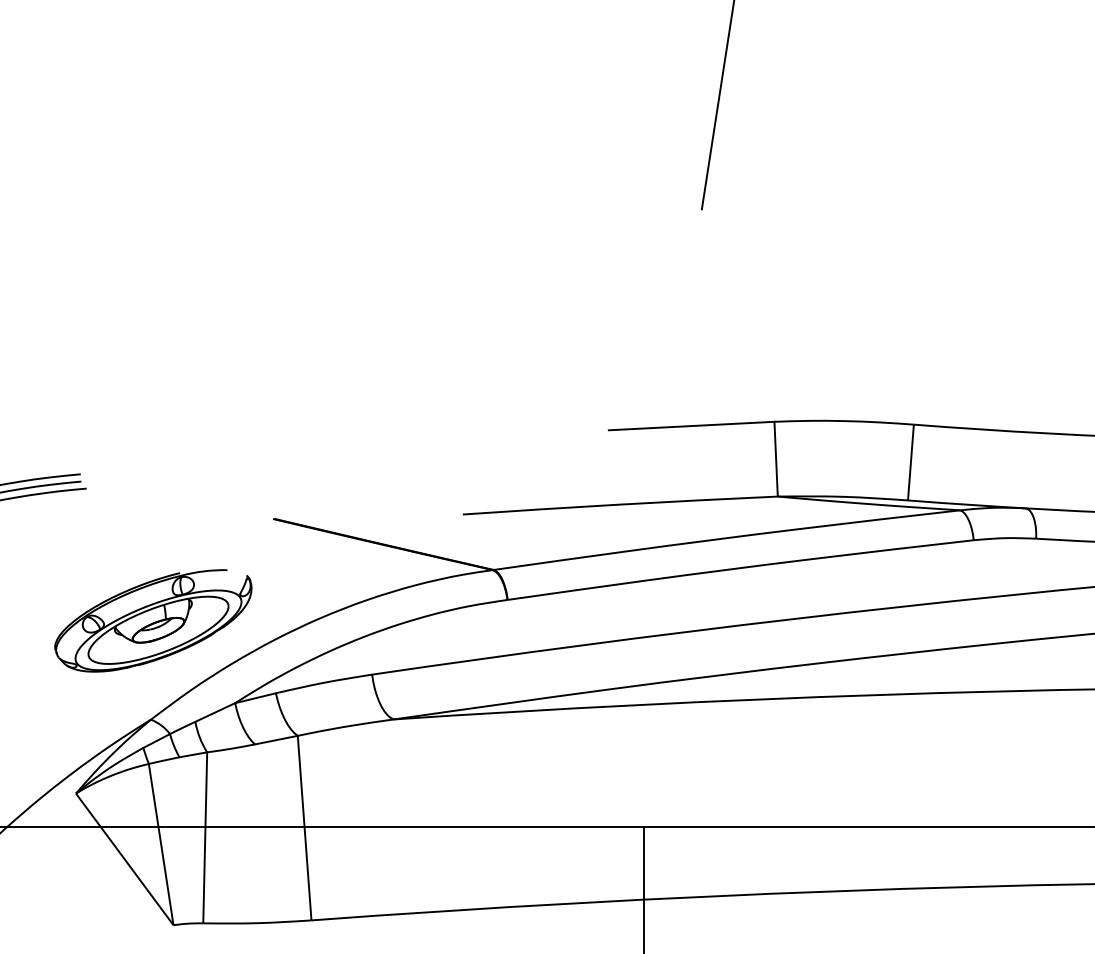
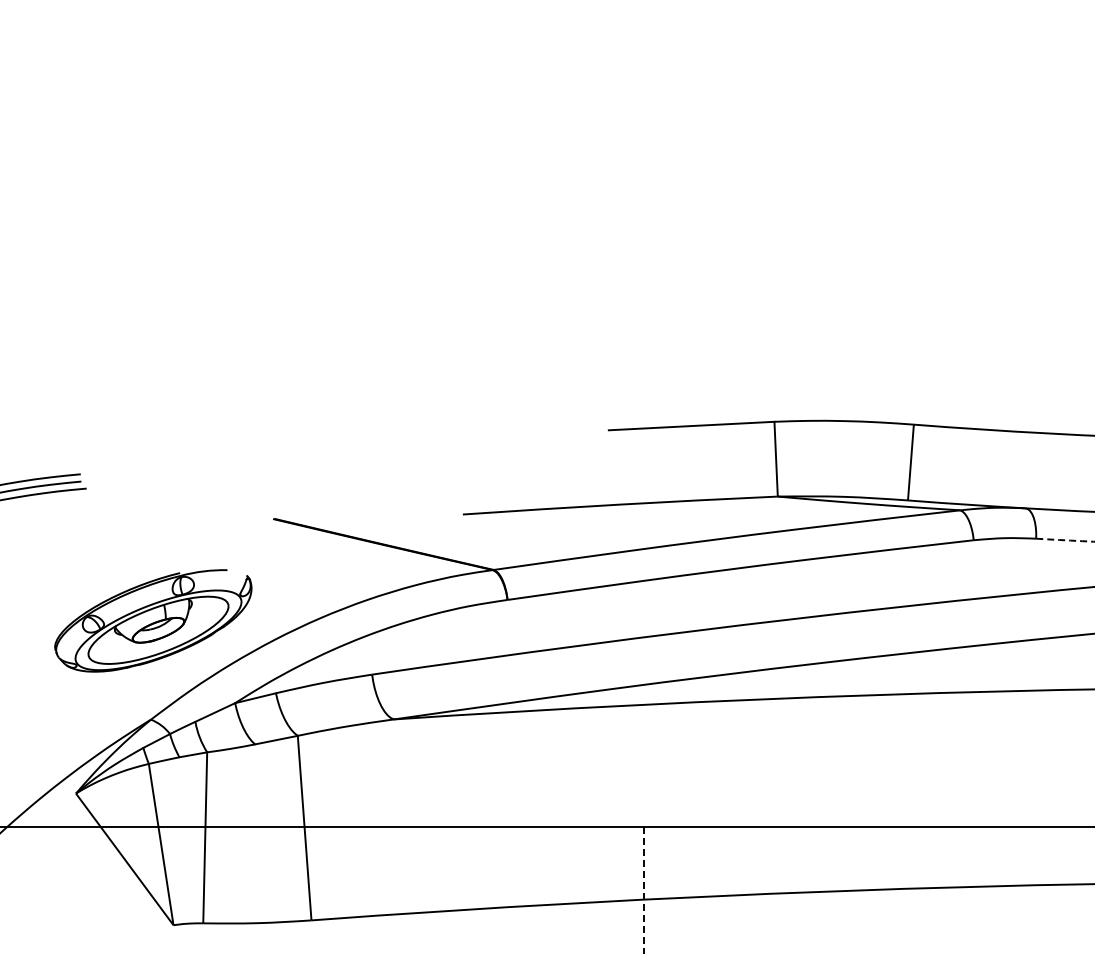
line at (717, 105): present -> none
arc at (1066, 540): solid -> dashed
line at (643, 890): solid -> dashed
